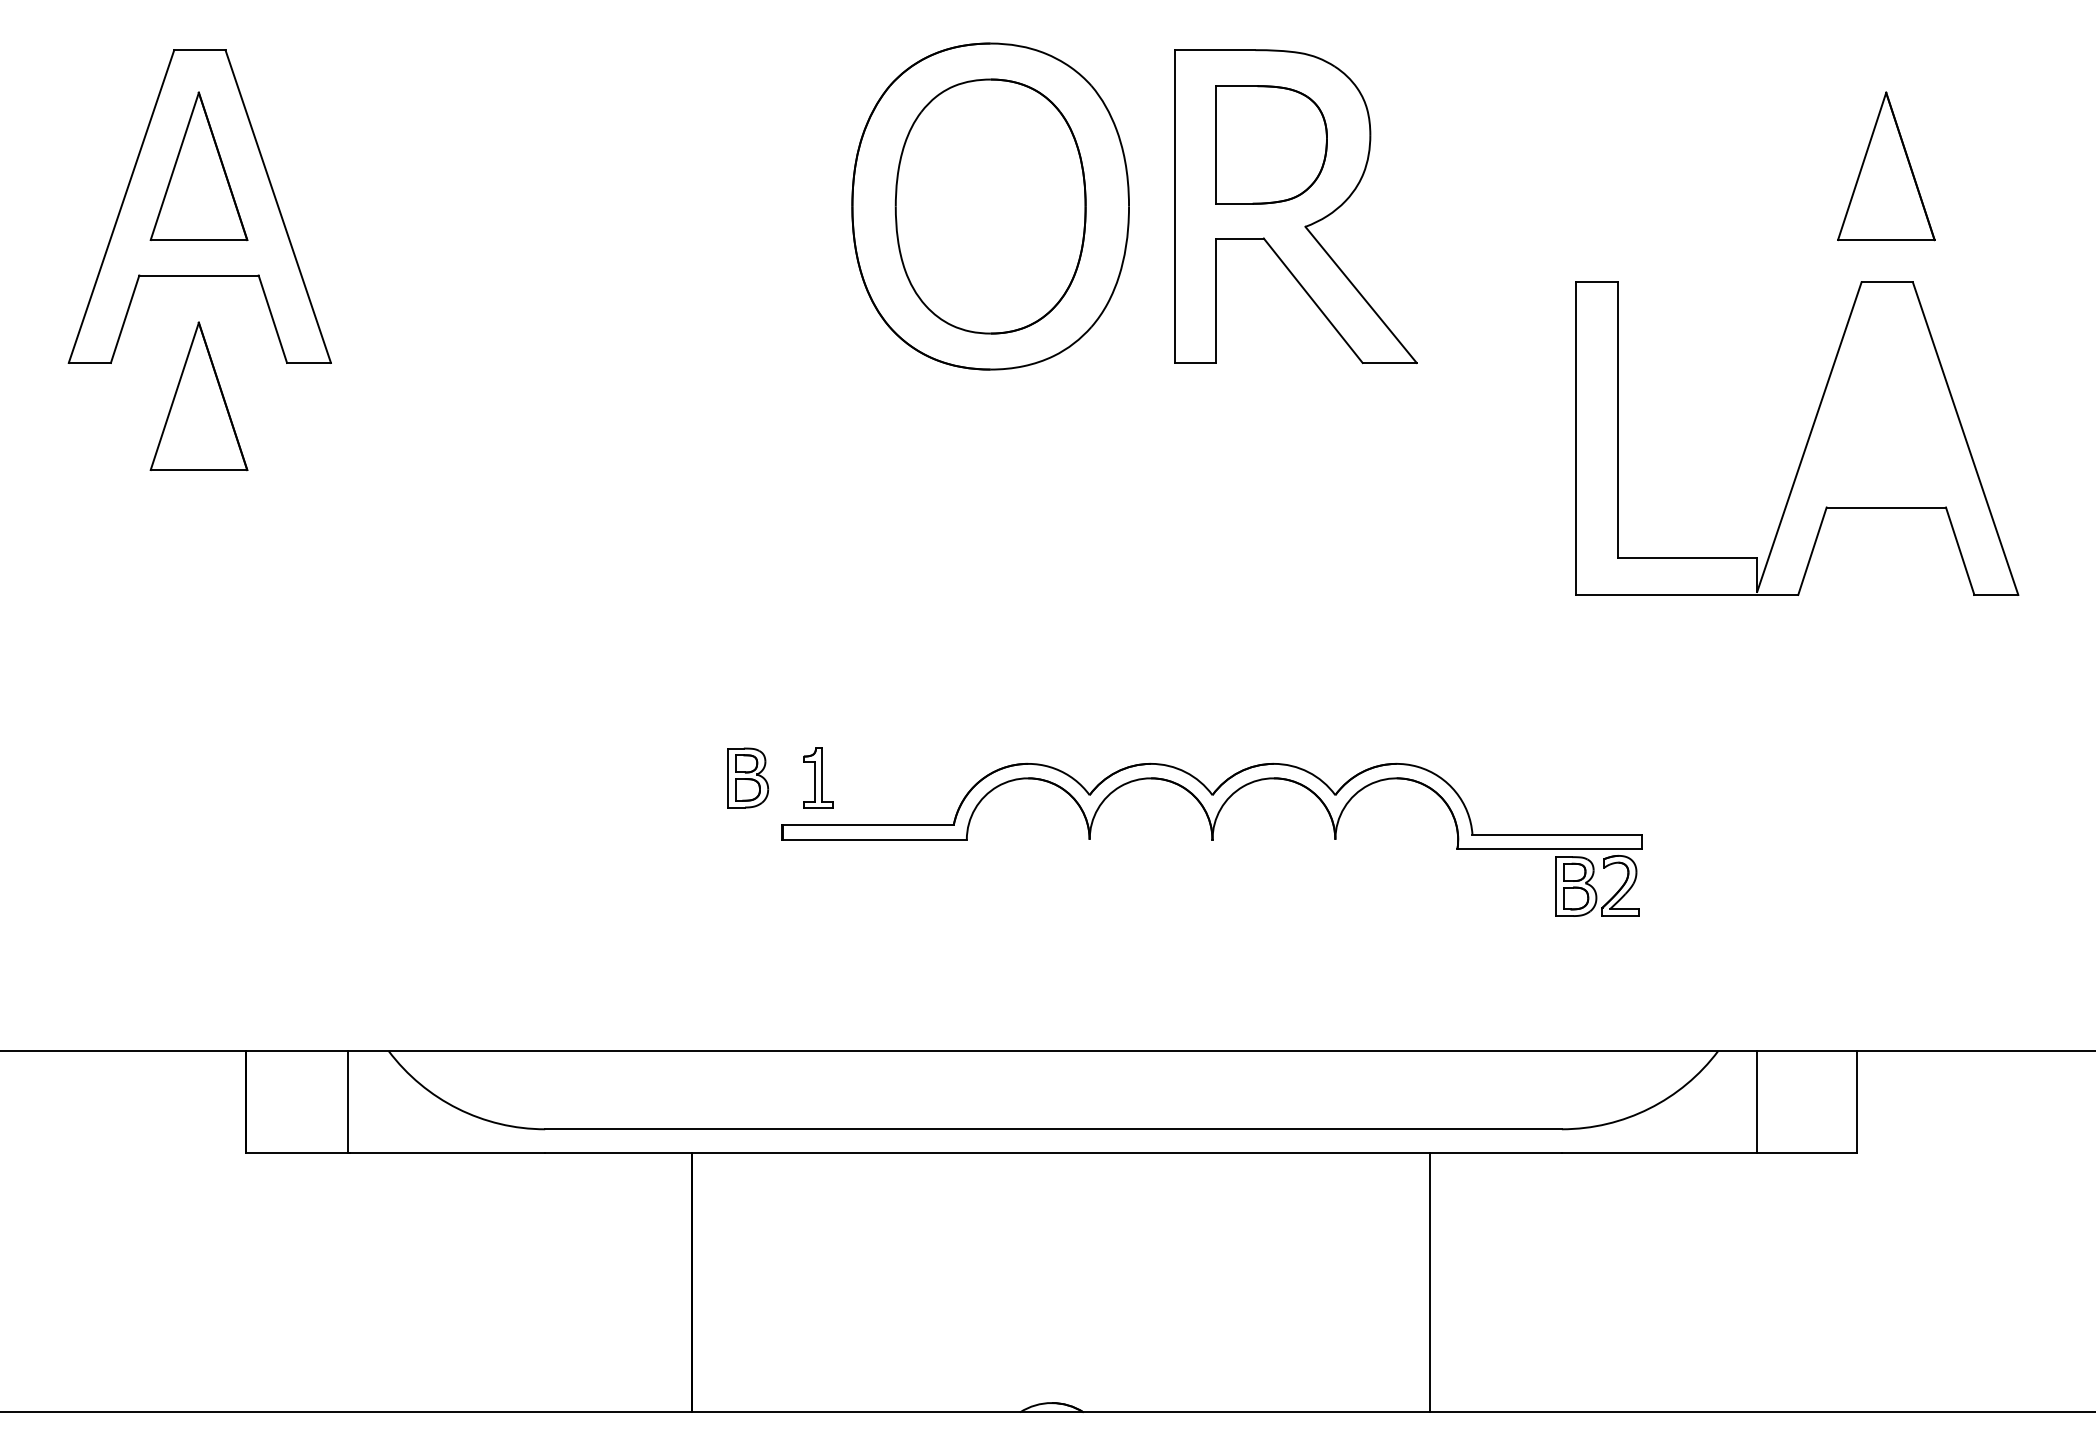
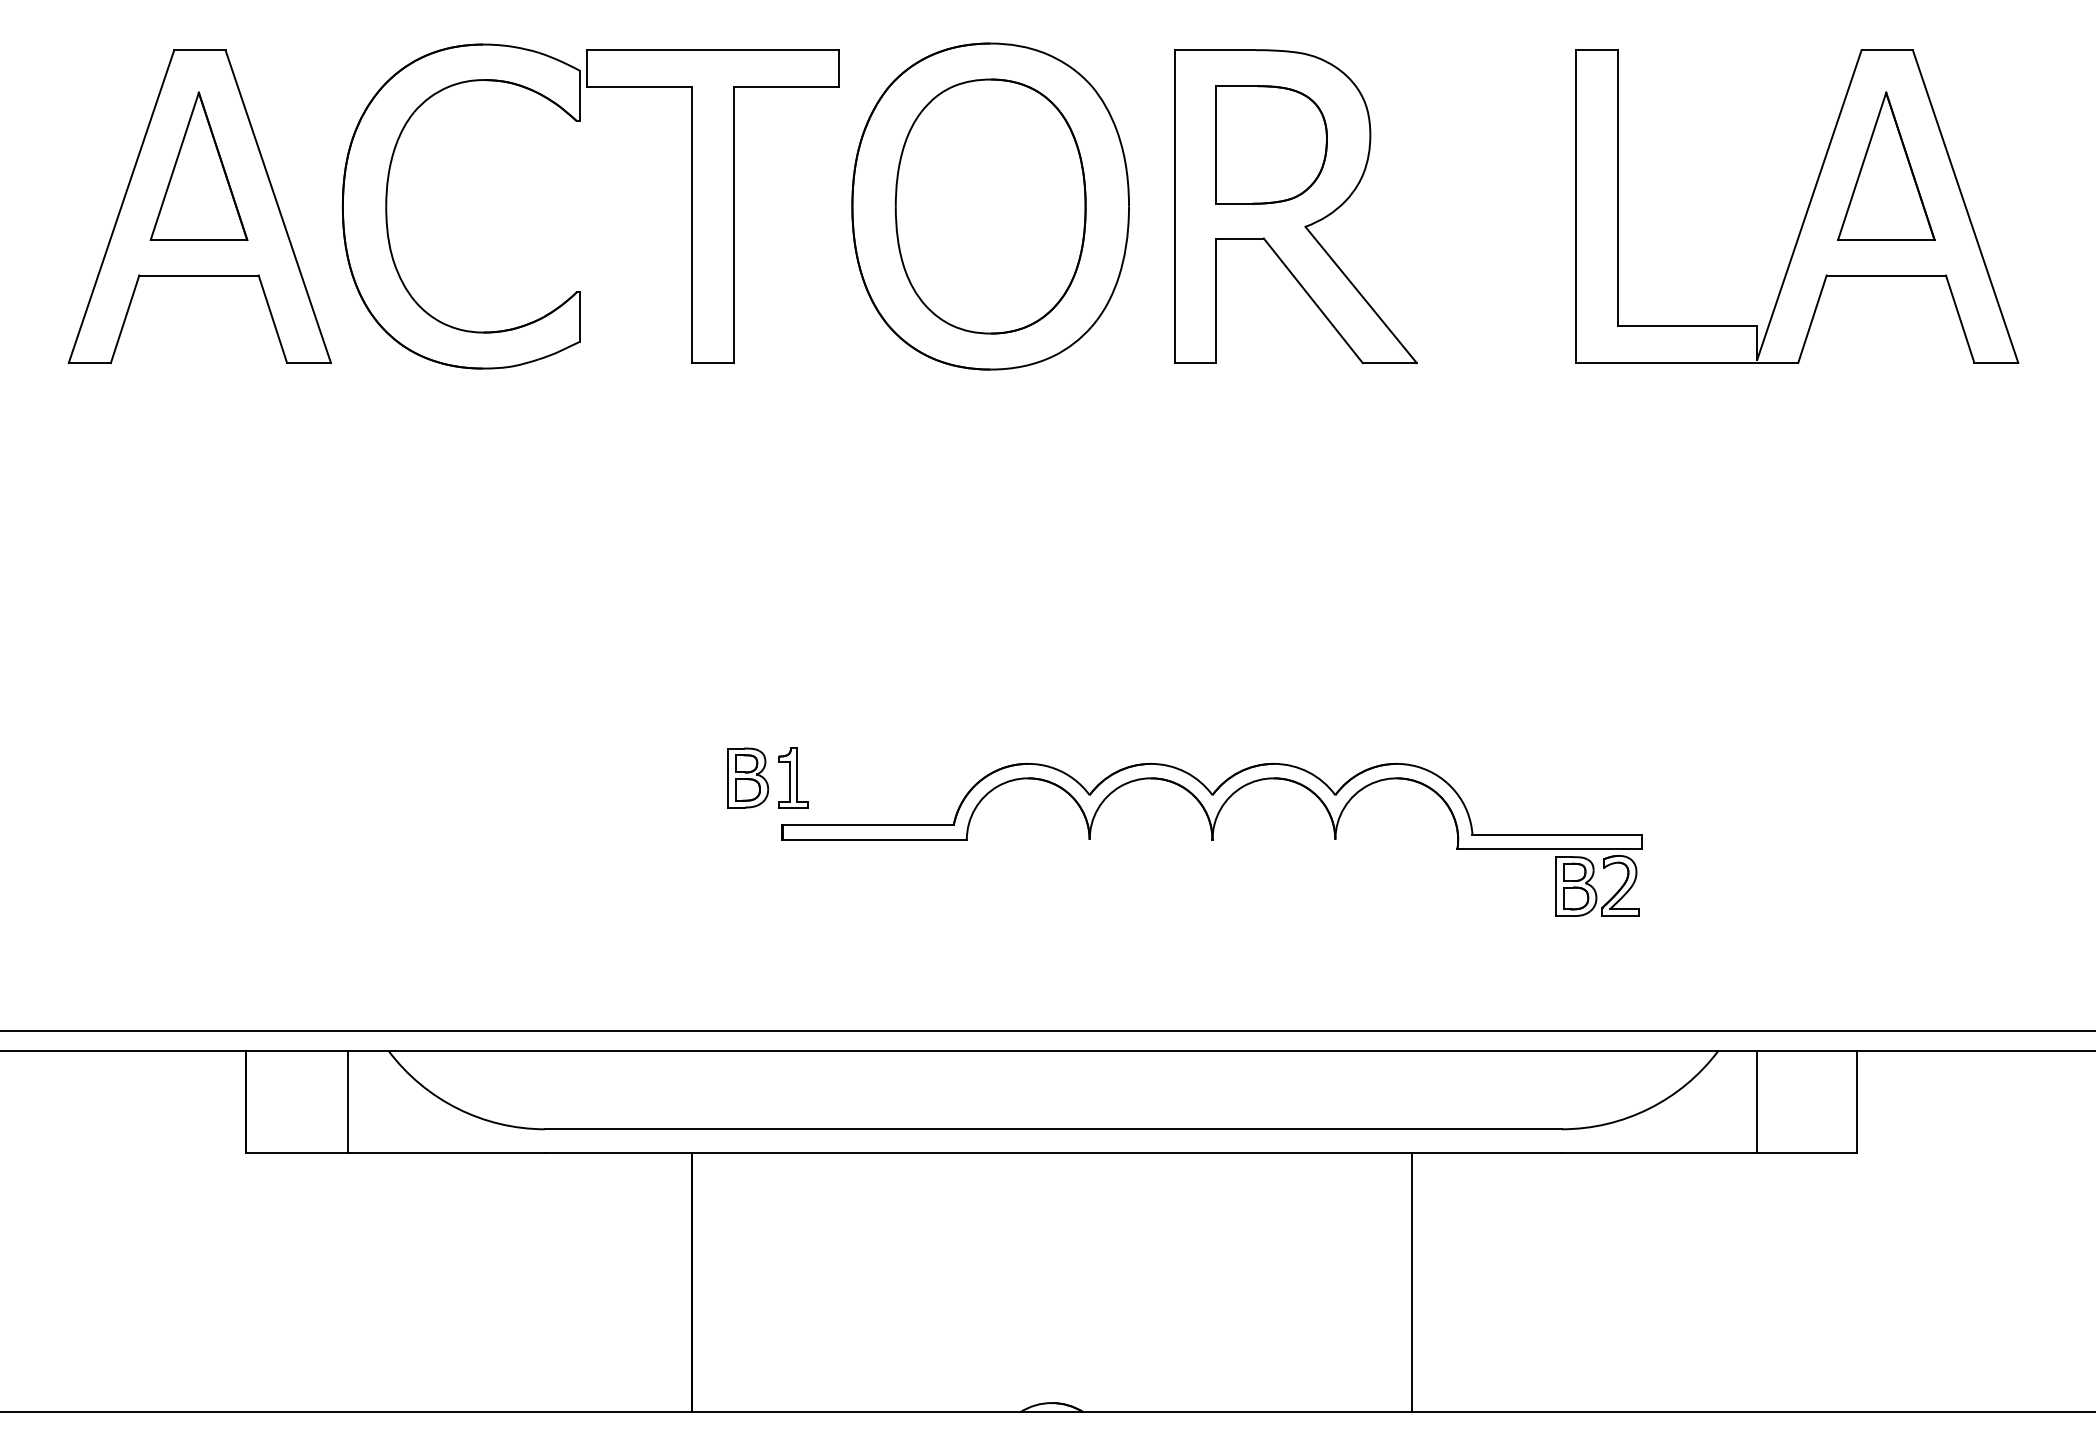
part at (580, 121): none -> present
part at (198, 396): present -> none
part at (1806, 442) position: (1806, 442) -> (1806, 210)
part at (818, 777) position: (818, 777) -> (793, 777)
line at (1047, 1031): none -> present
line at (1429, 1282) position: (1429, 1282) -> (1411, 1282)
